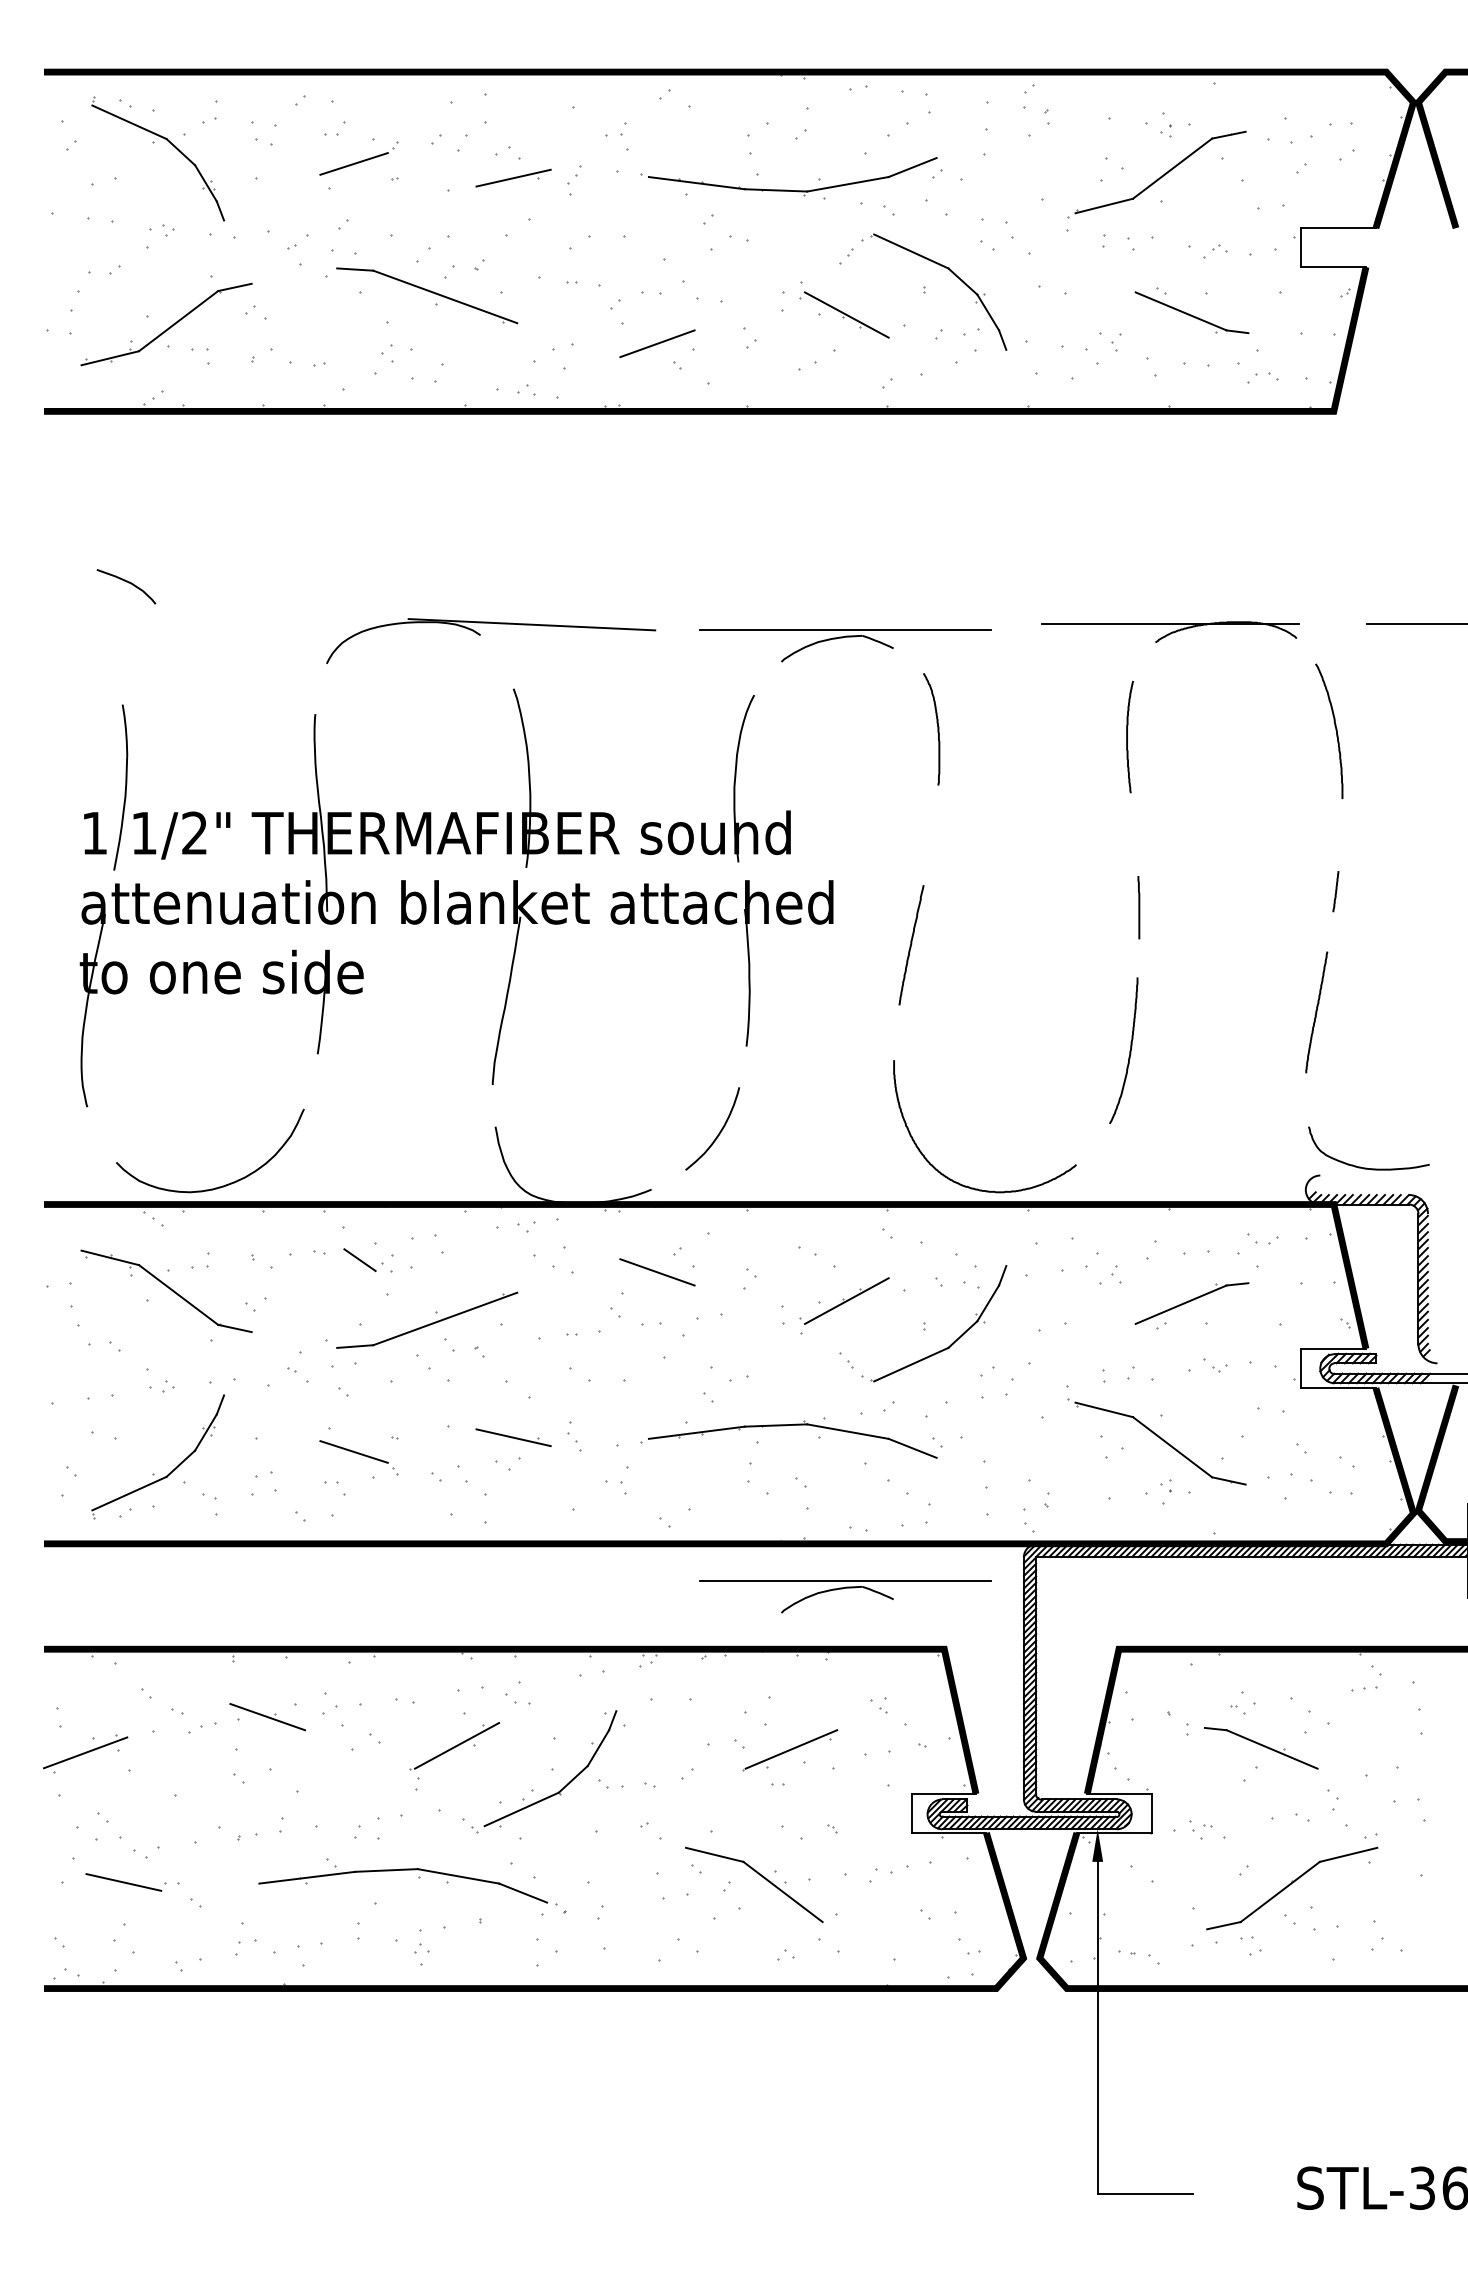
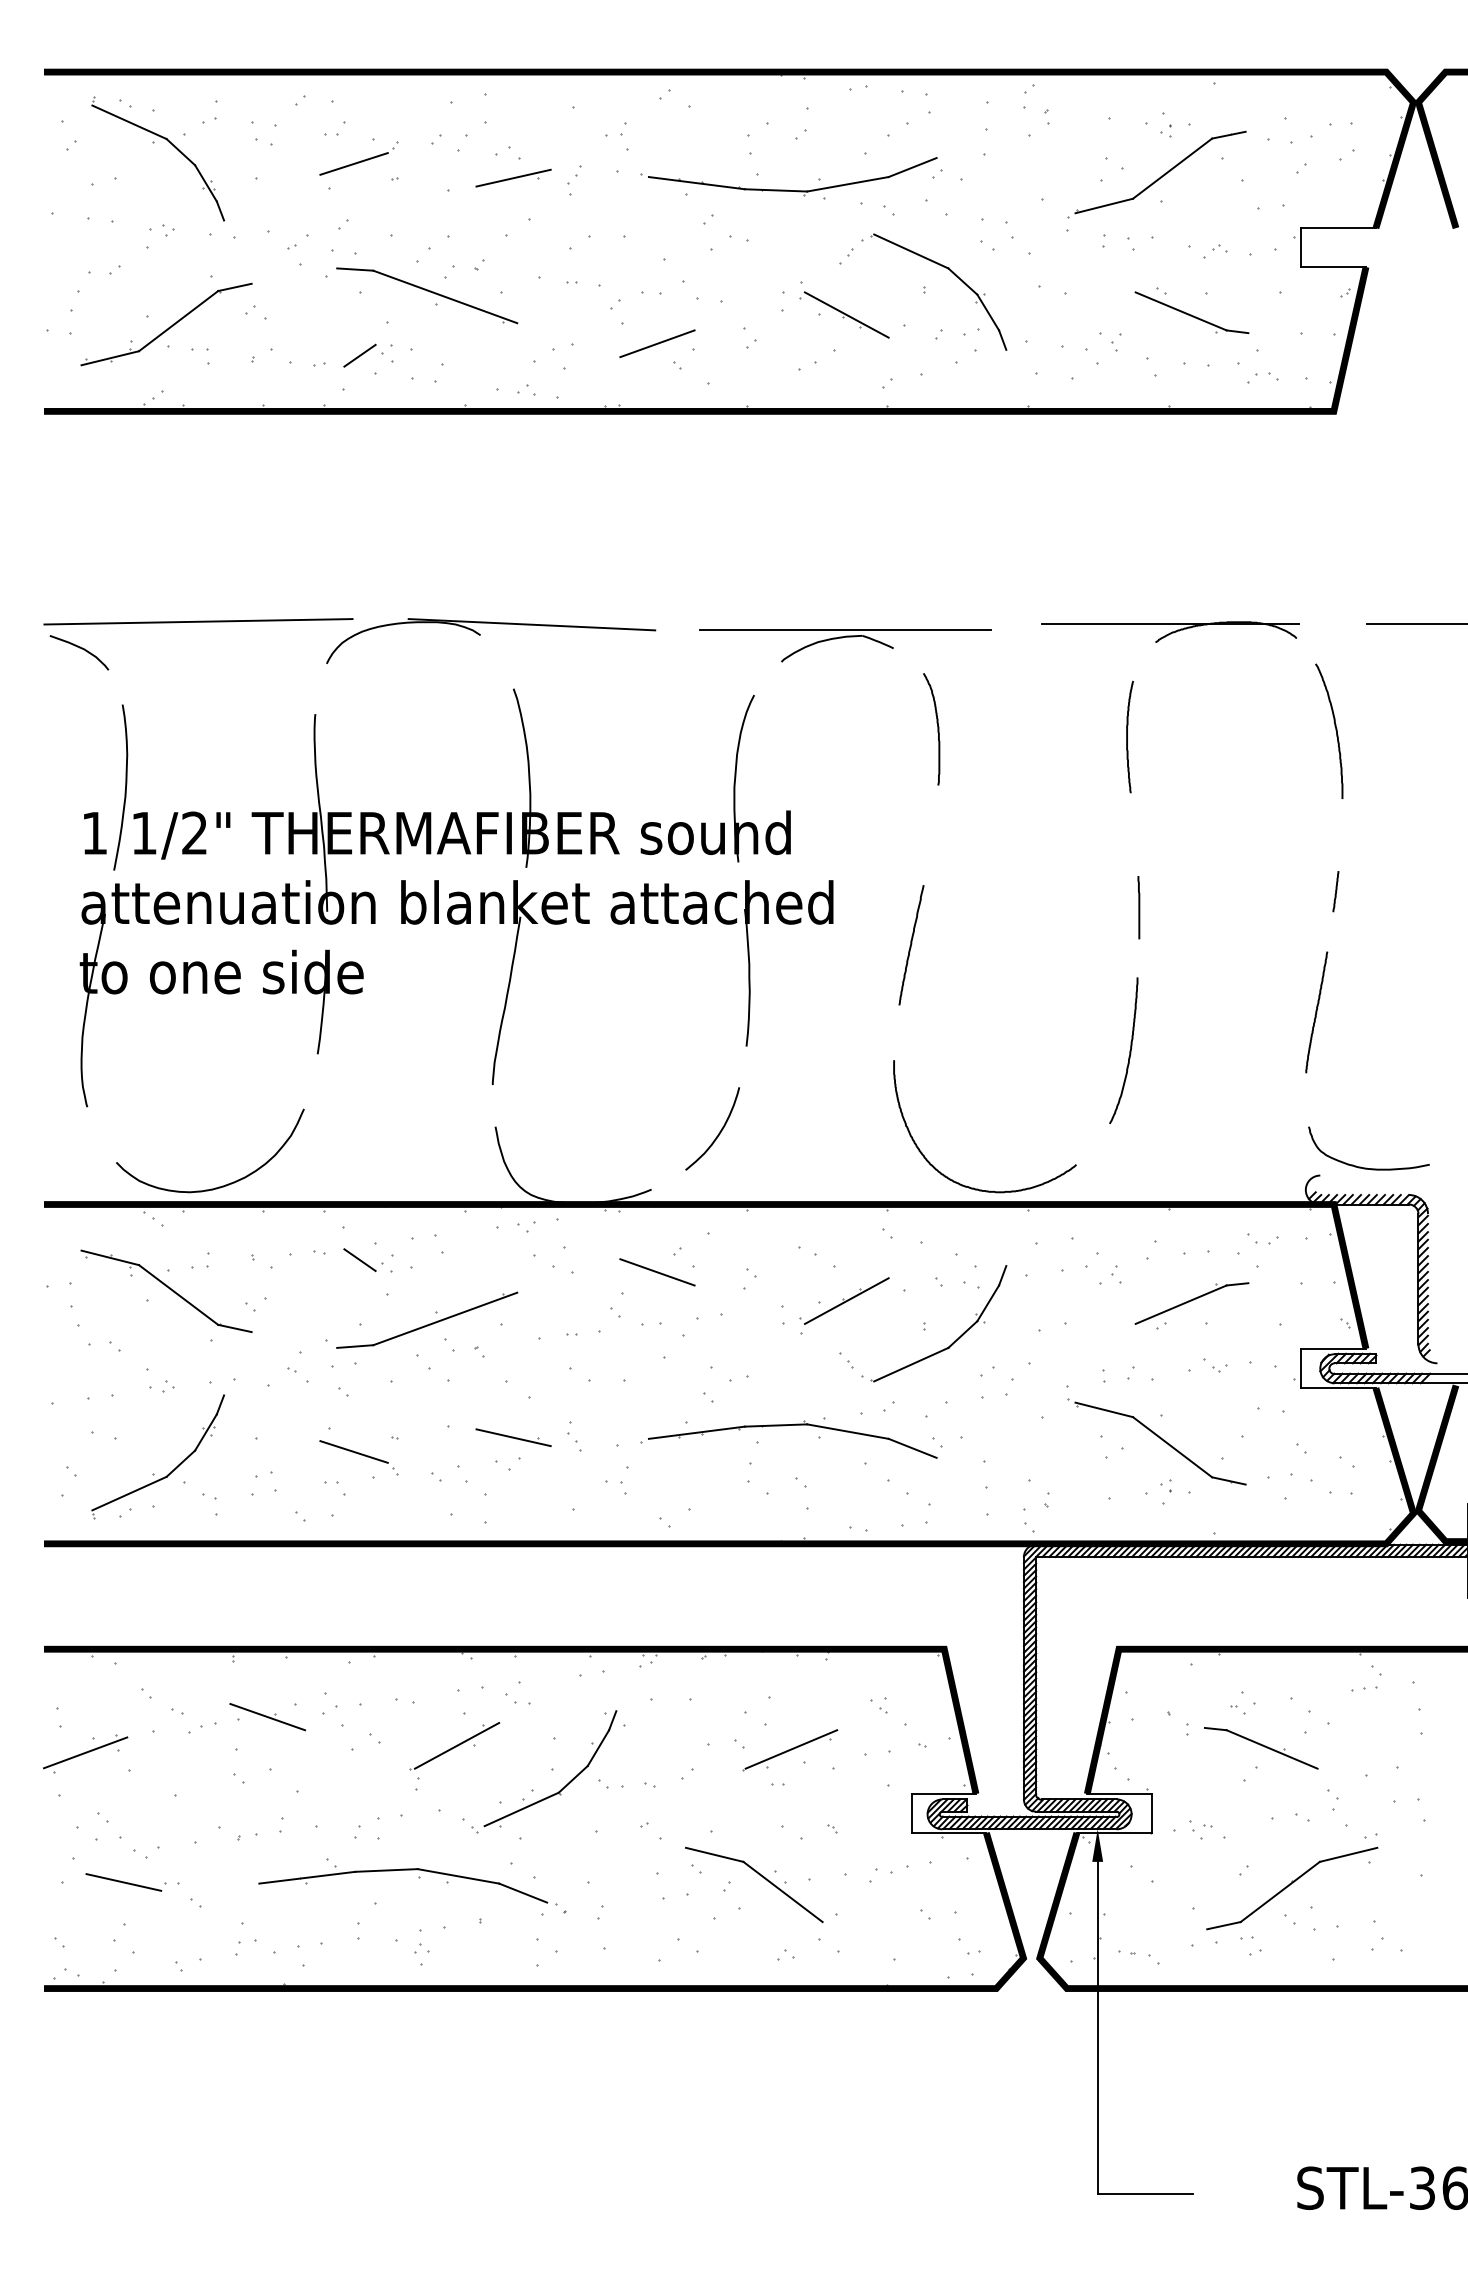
line at (359, 355): none -> present
curve at (128, 583) position: (128, 583) -> (81, 649)
line at (198, 621): none -> present
part at (842, 1589): present -> none
